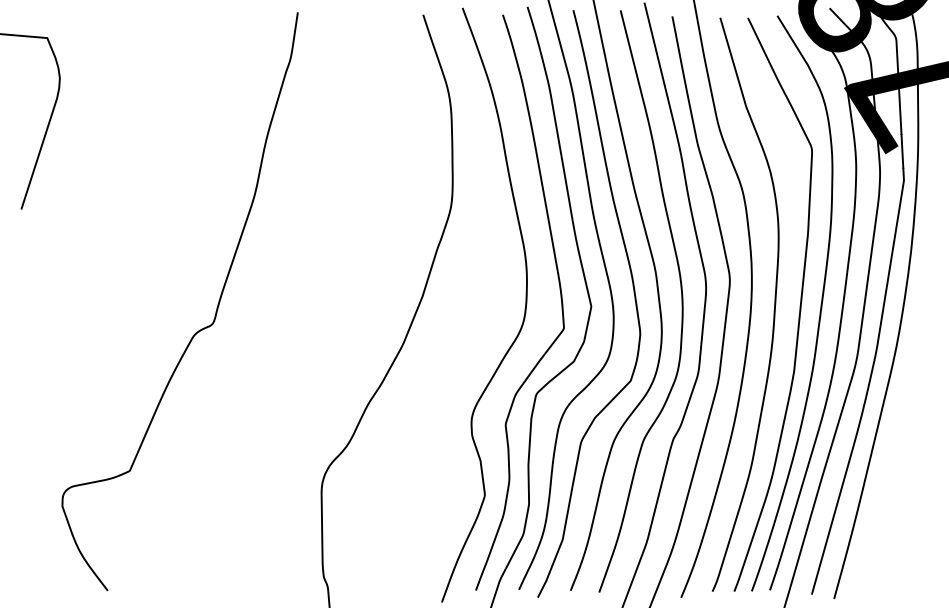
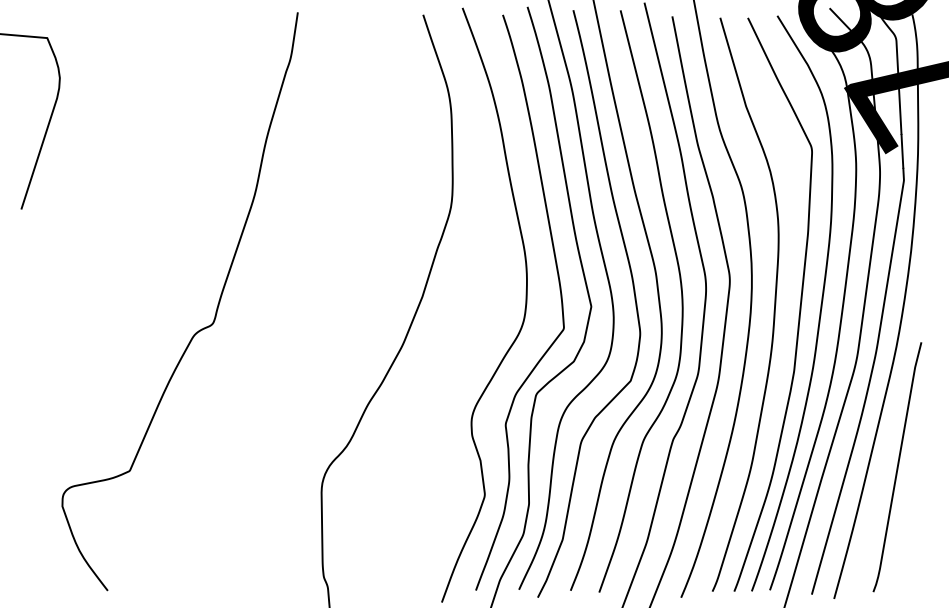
curve at (897, 467): none -> present
